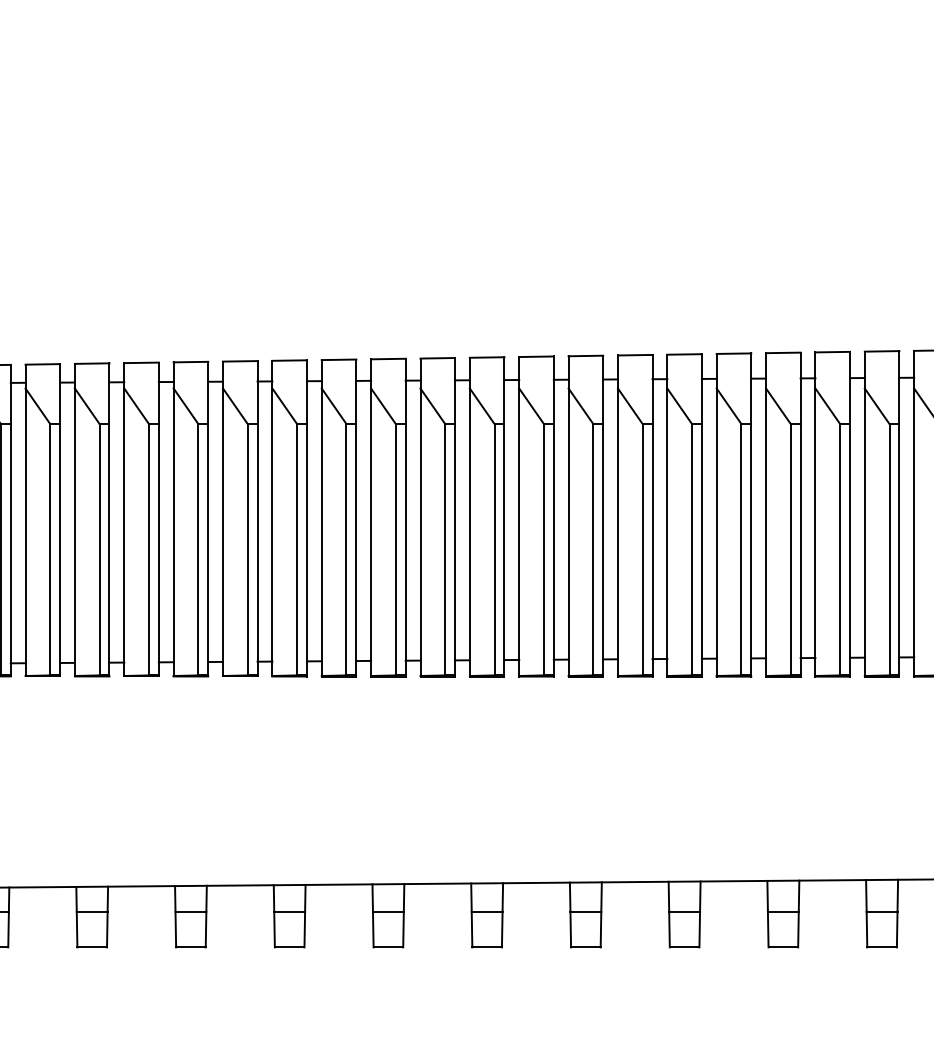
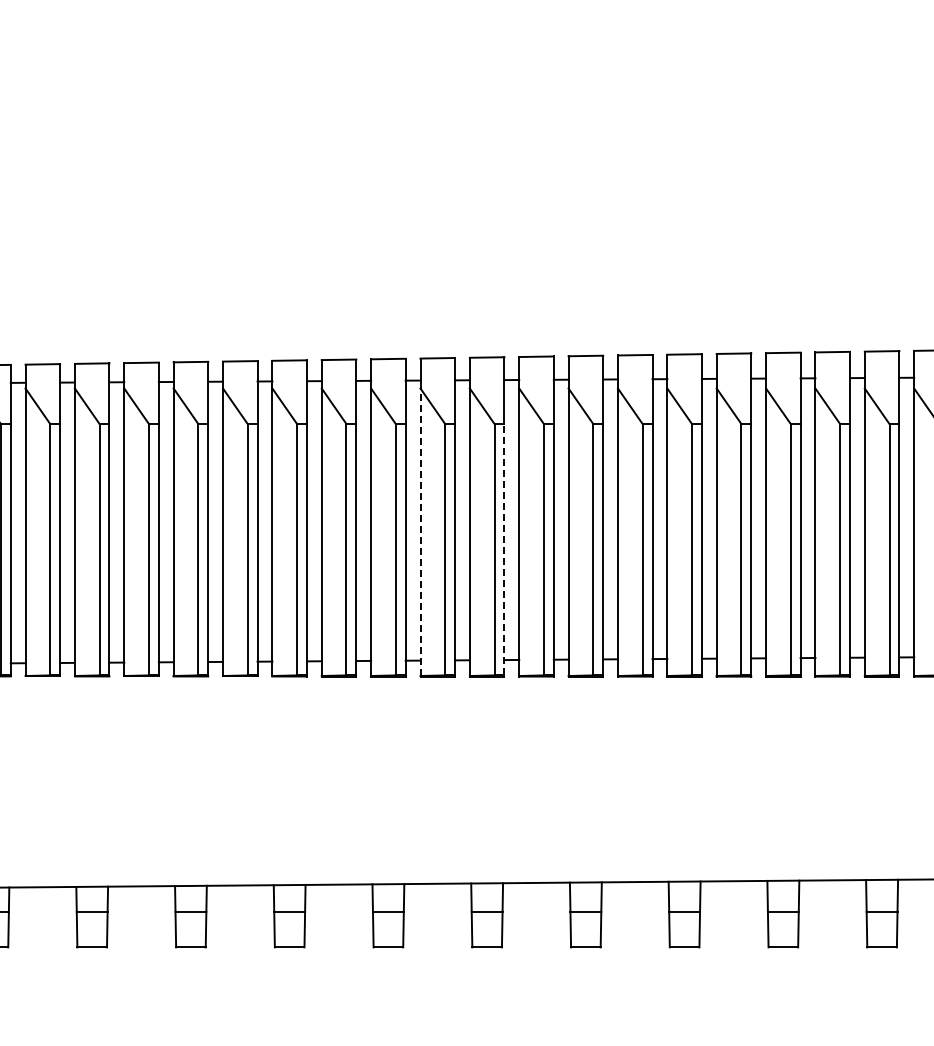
line at (420, 532): solid -> dashed
line at (504, 549): solid -> dashed
